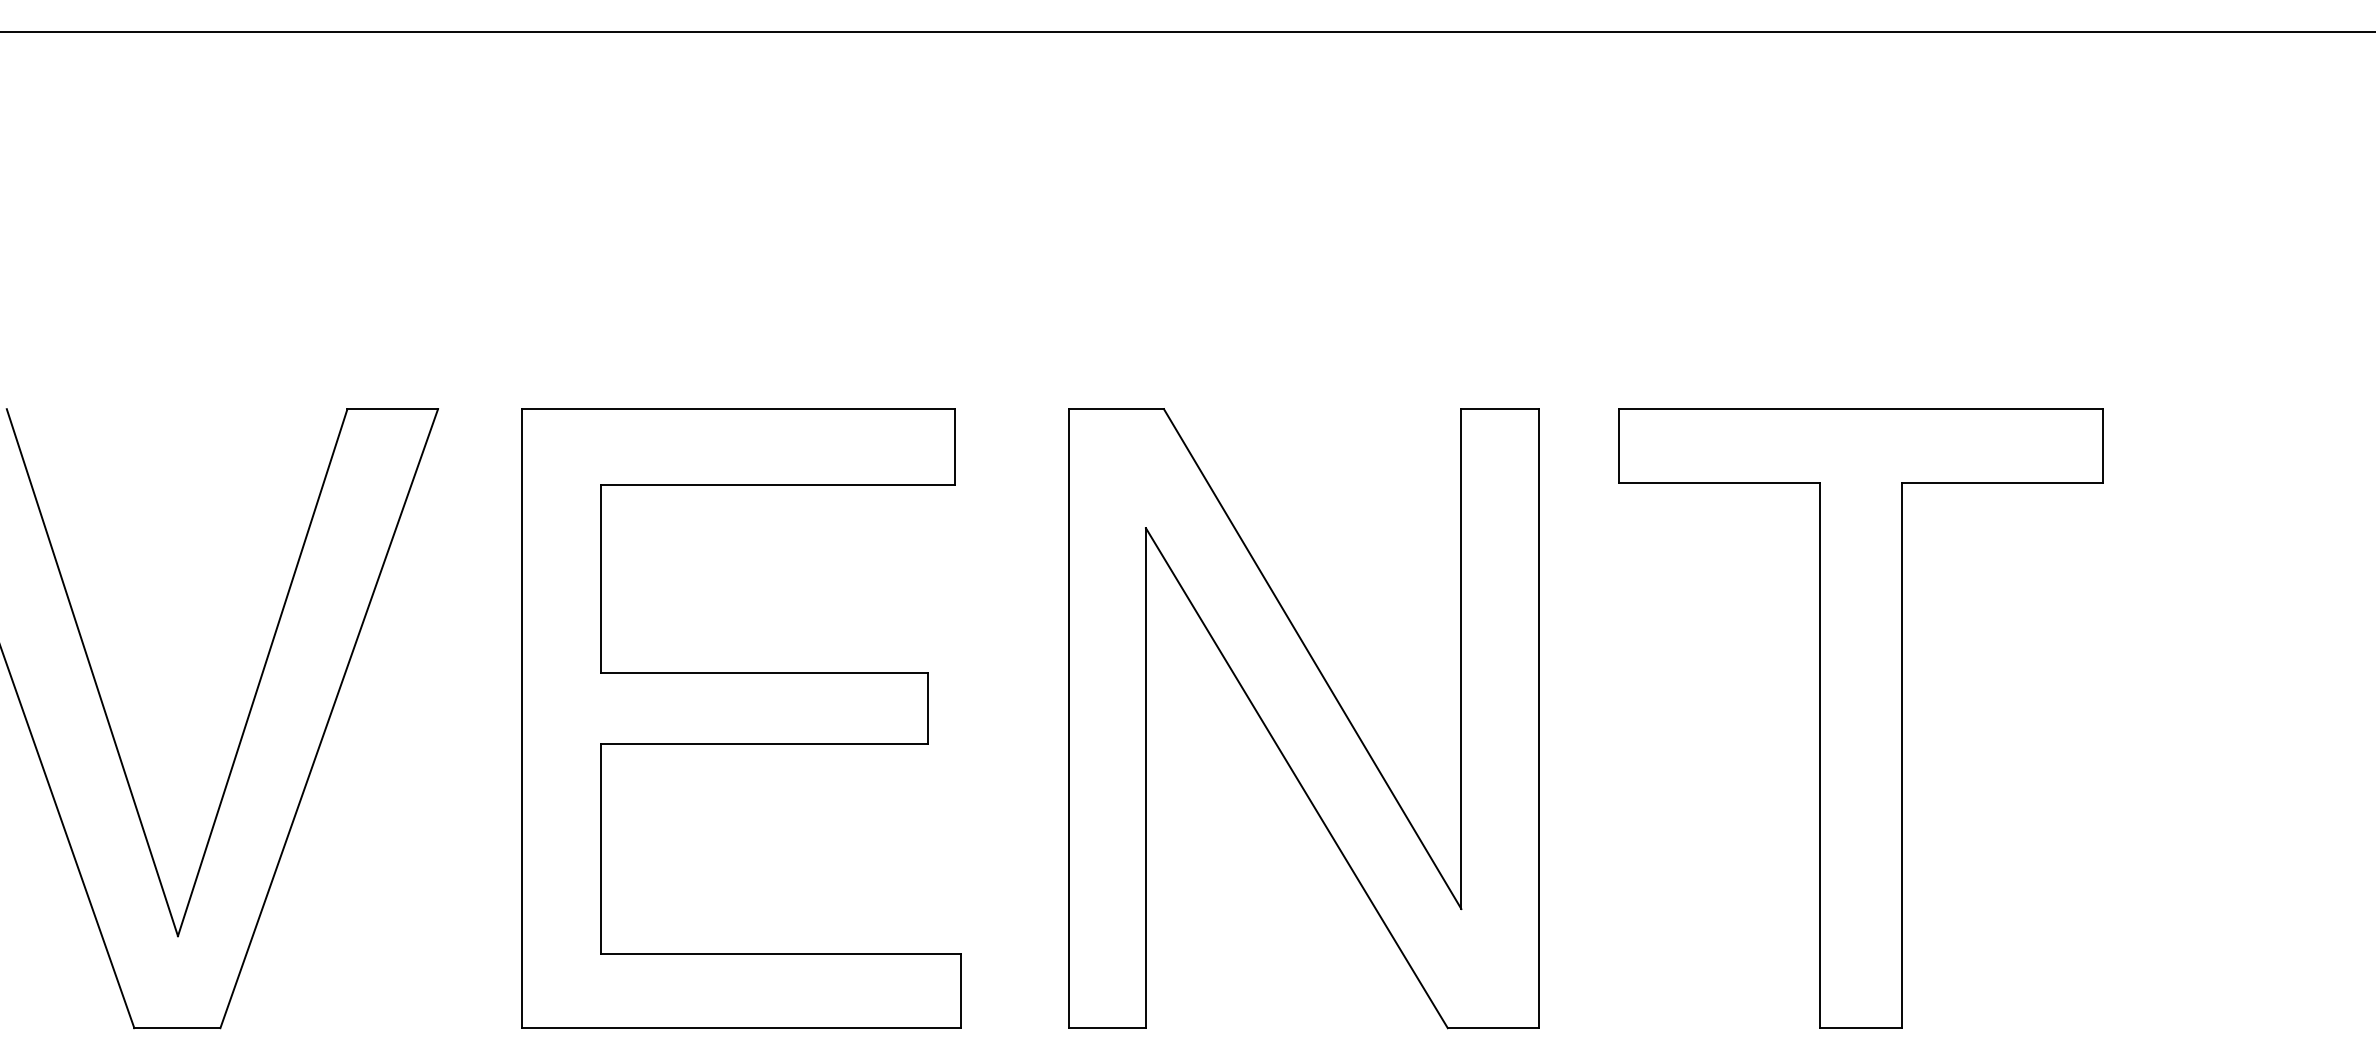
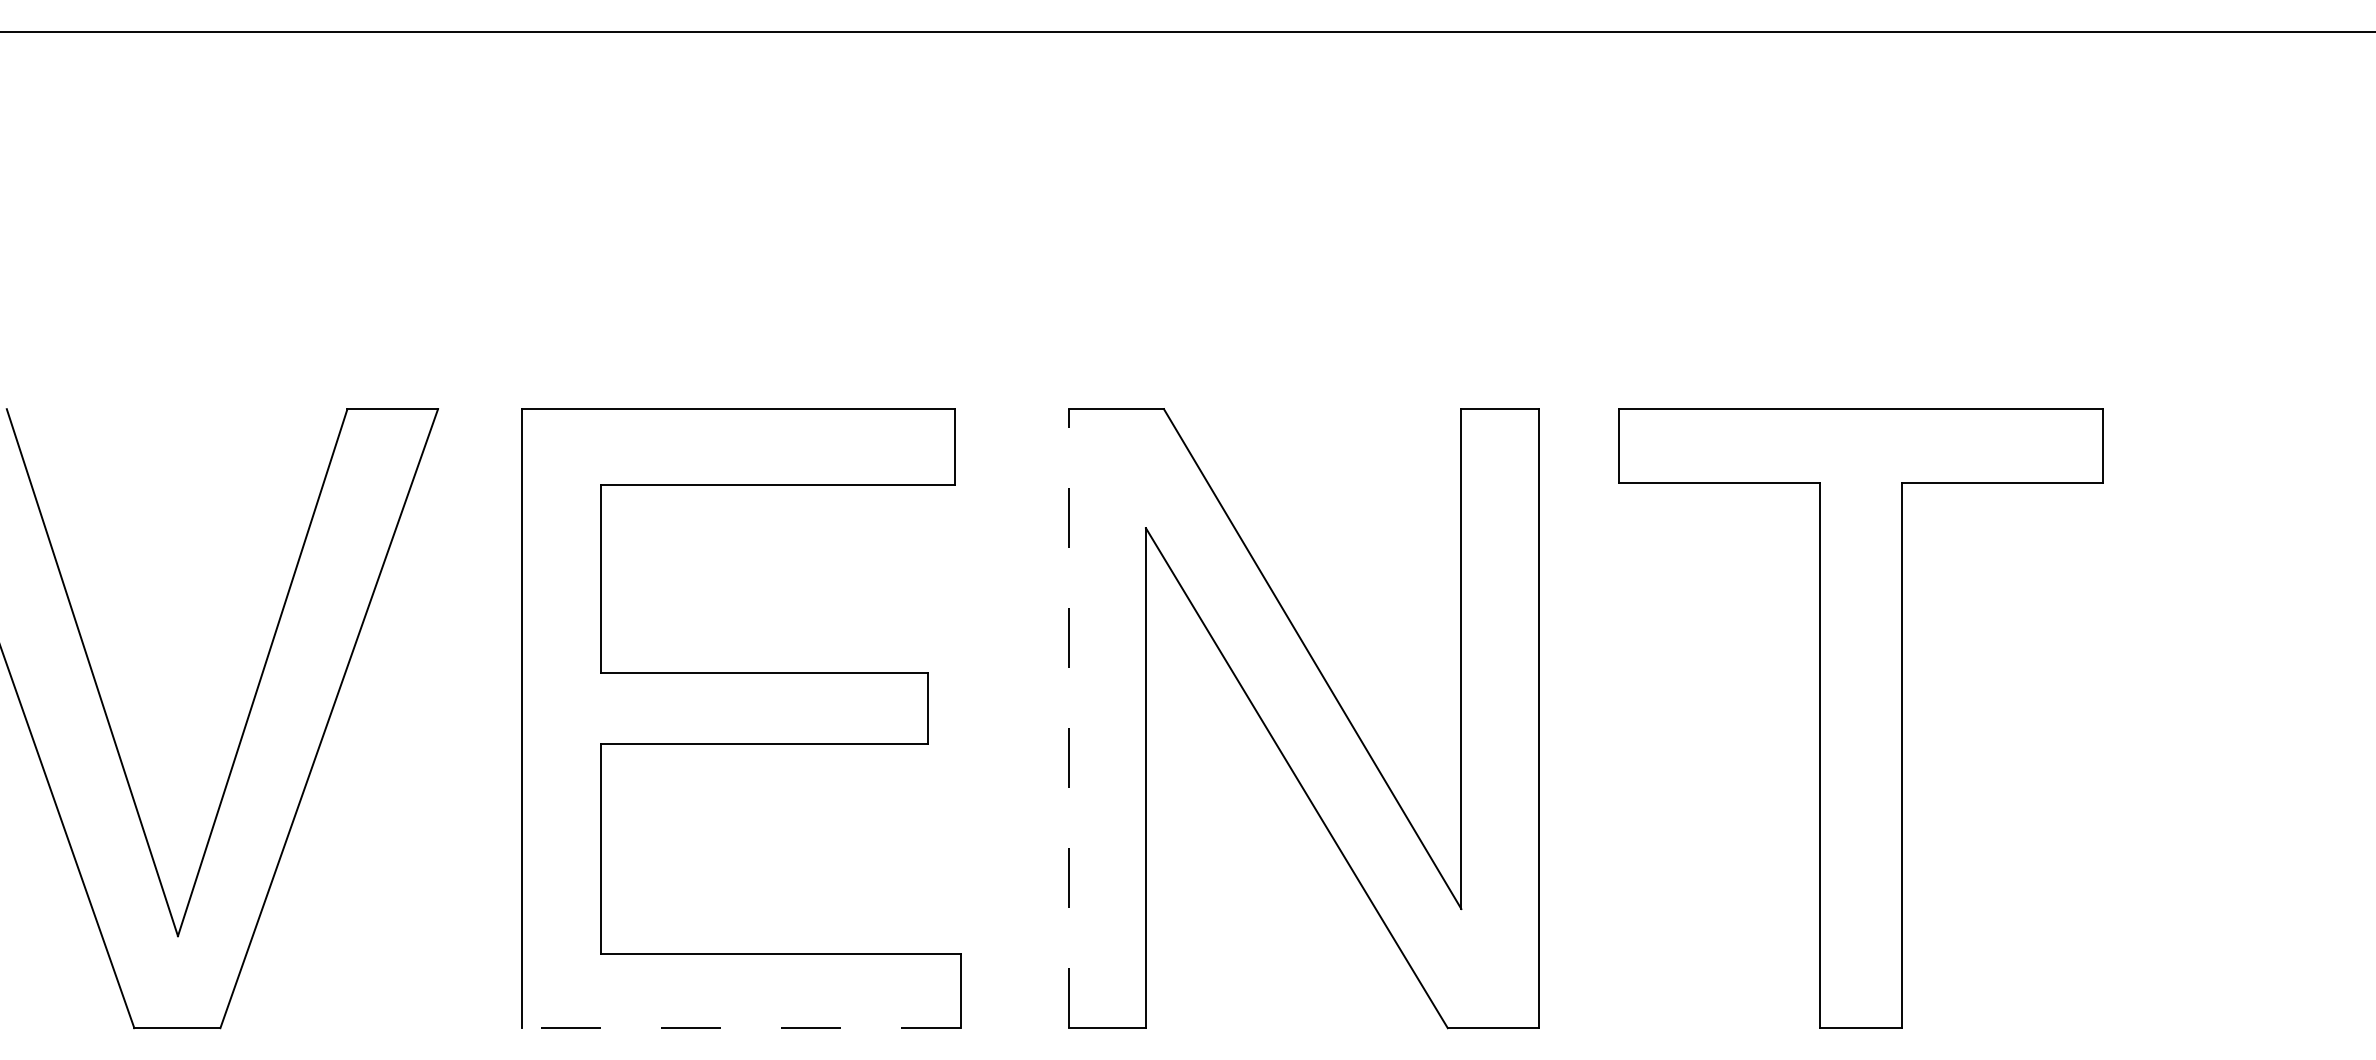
line at (1068, 718): solid -> dashed
line at (741, 1028): solid -> dashed
